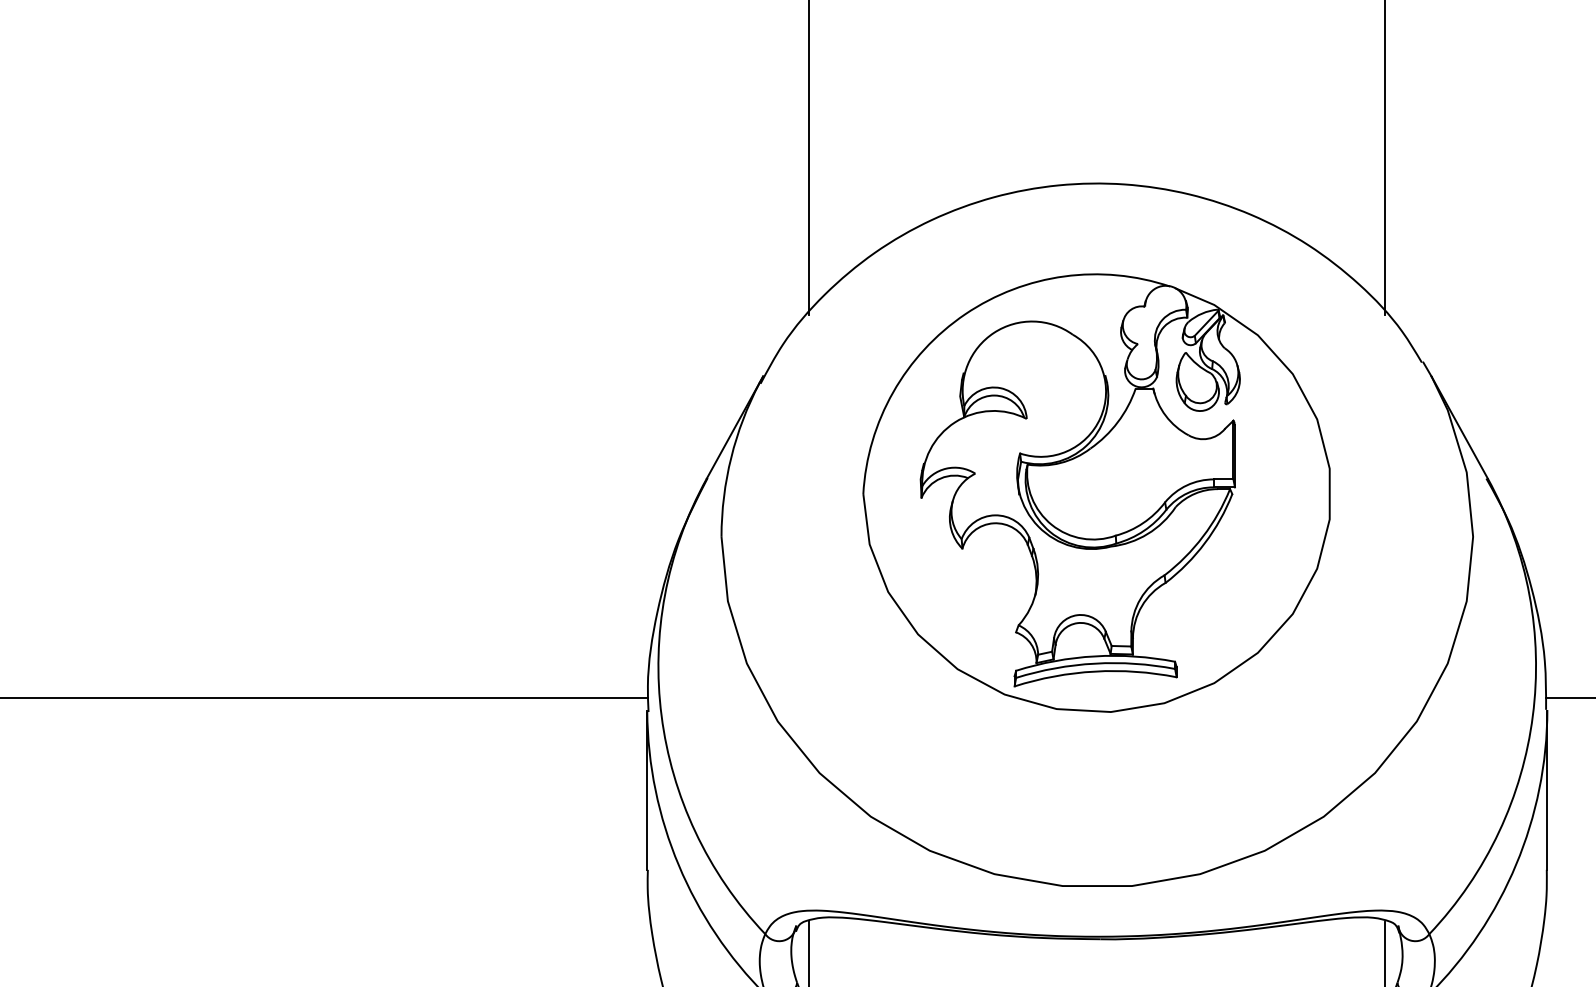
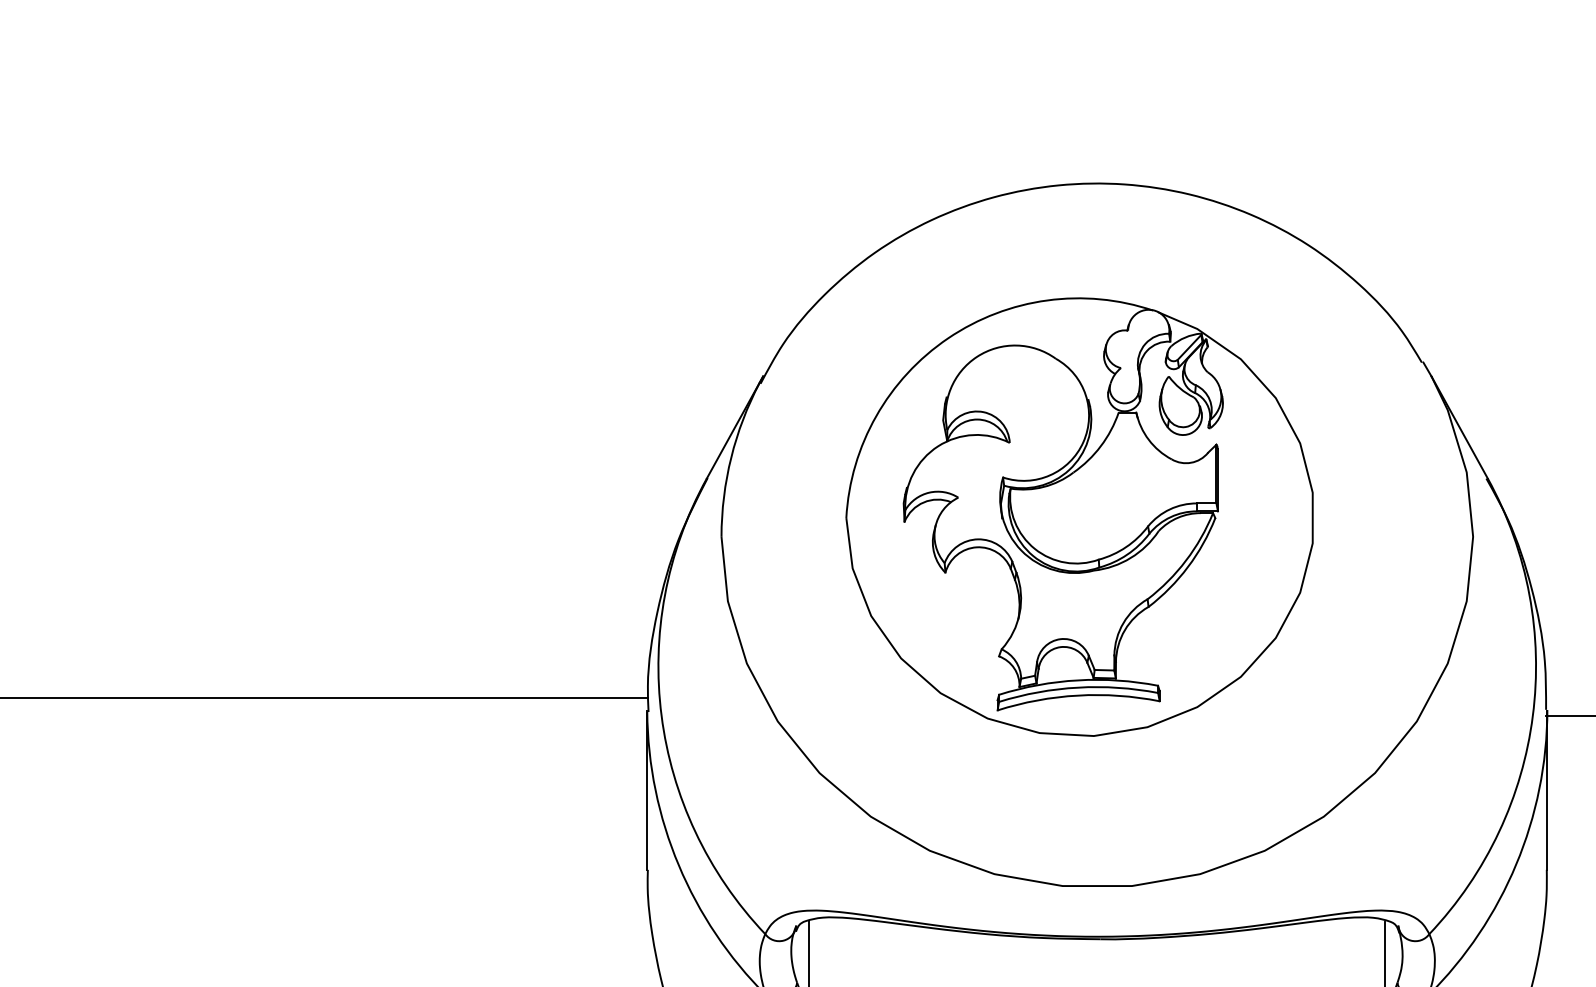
line at (809, 158): present -> none
line at (1385, 158): present -> none
part at (1096, 492) position: (1096, 492) -> (1079, 516)
line at (1568, 698) position: (1568, 698) -> (1568, 716)
